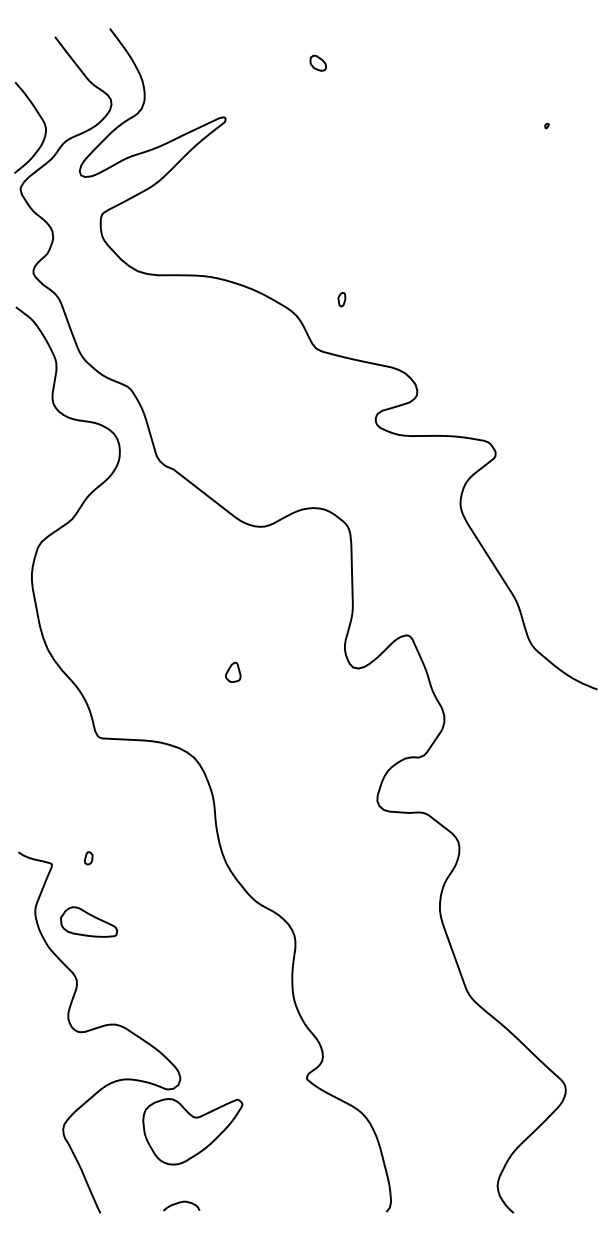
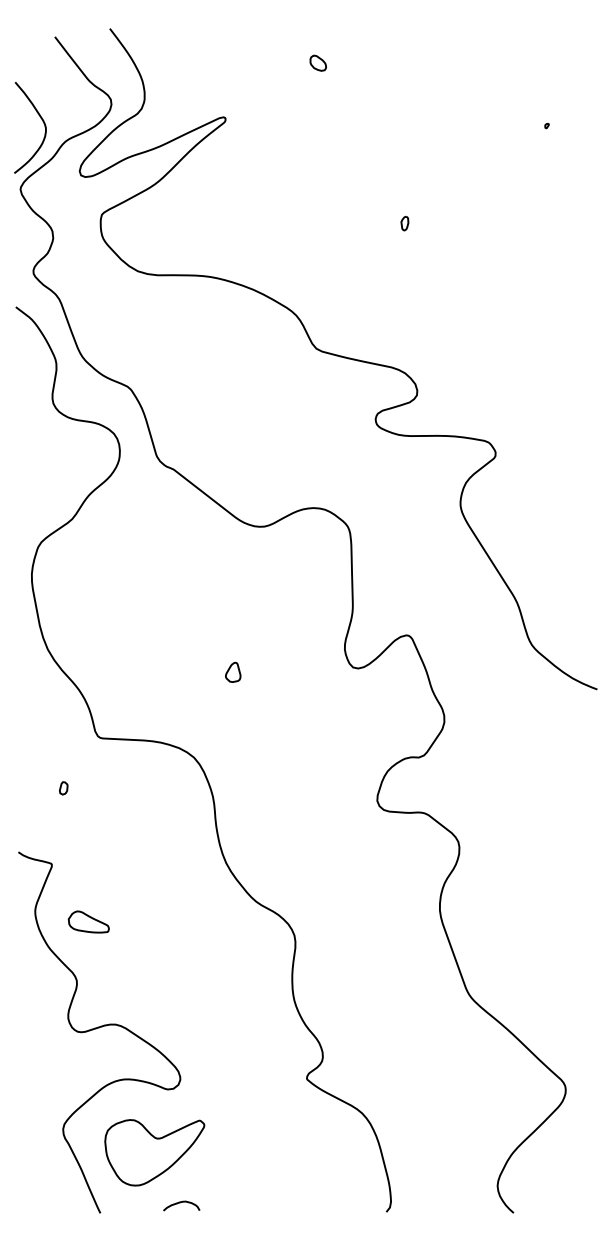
part at (341, 299) position: (341, 299) -> (404, 223)
part at (88, 858) position: (88, 858) -> (63, 788)
part at (88, 921) size: 58x32 px -> 43x24 px
part at (192, 1131) position: (192, 1131) -> (154, 1152)
